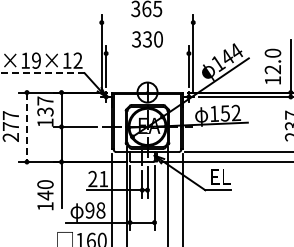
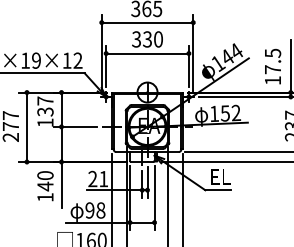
line at (147, 22): none -> present
line at (147, 53): none -> present
text at (272, 61): 12.0 -> 17.5
line at (42, 73): dashed -> solid
line at (26, 127): dashed -> solid
text at (45, 195) position: (45, 195) -> (45, 186)
